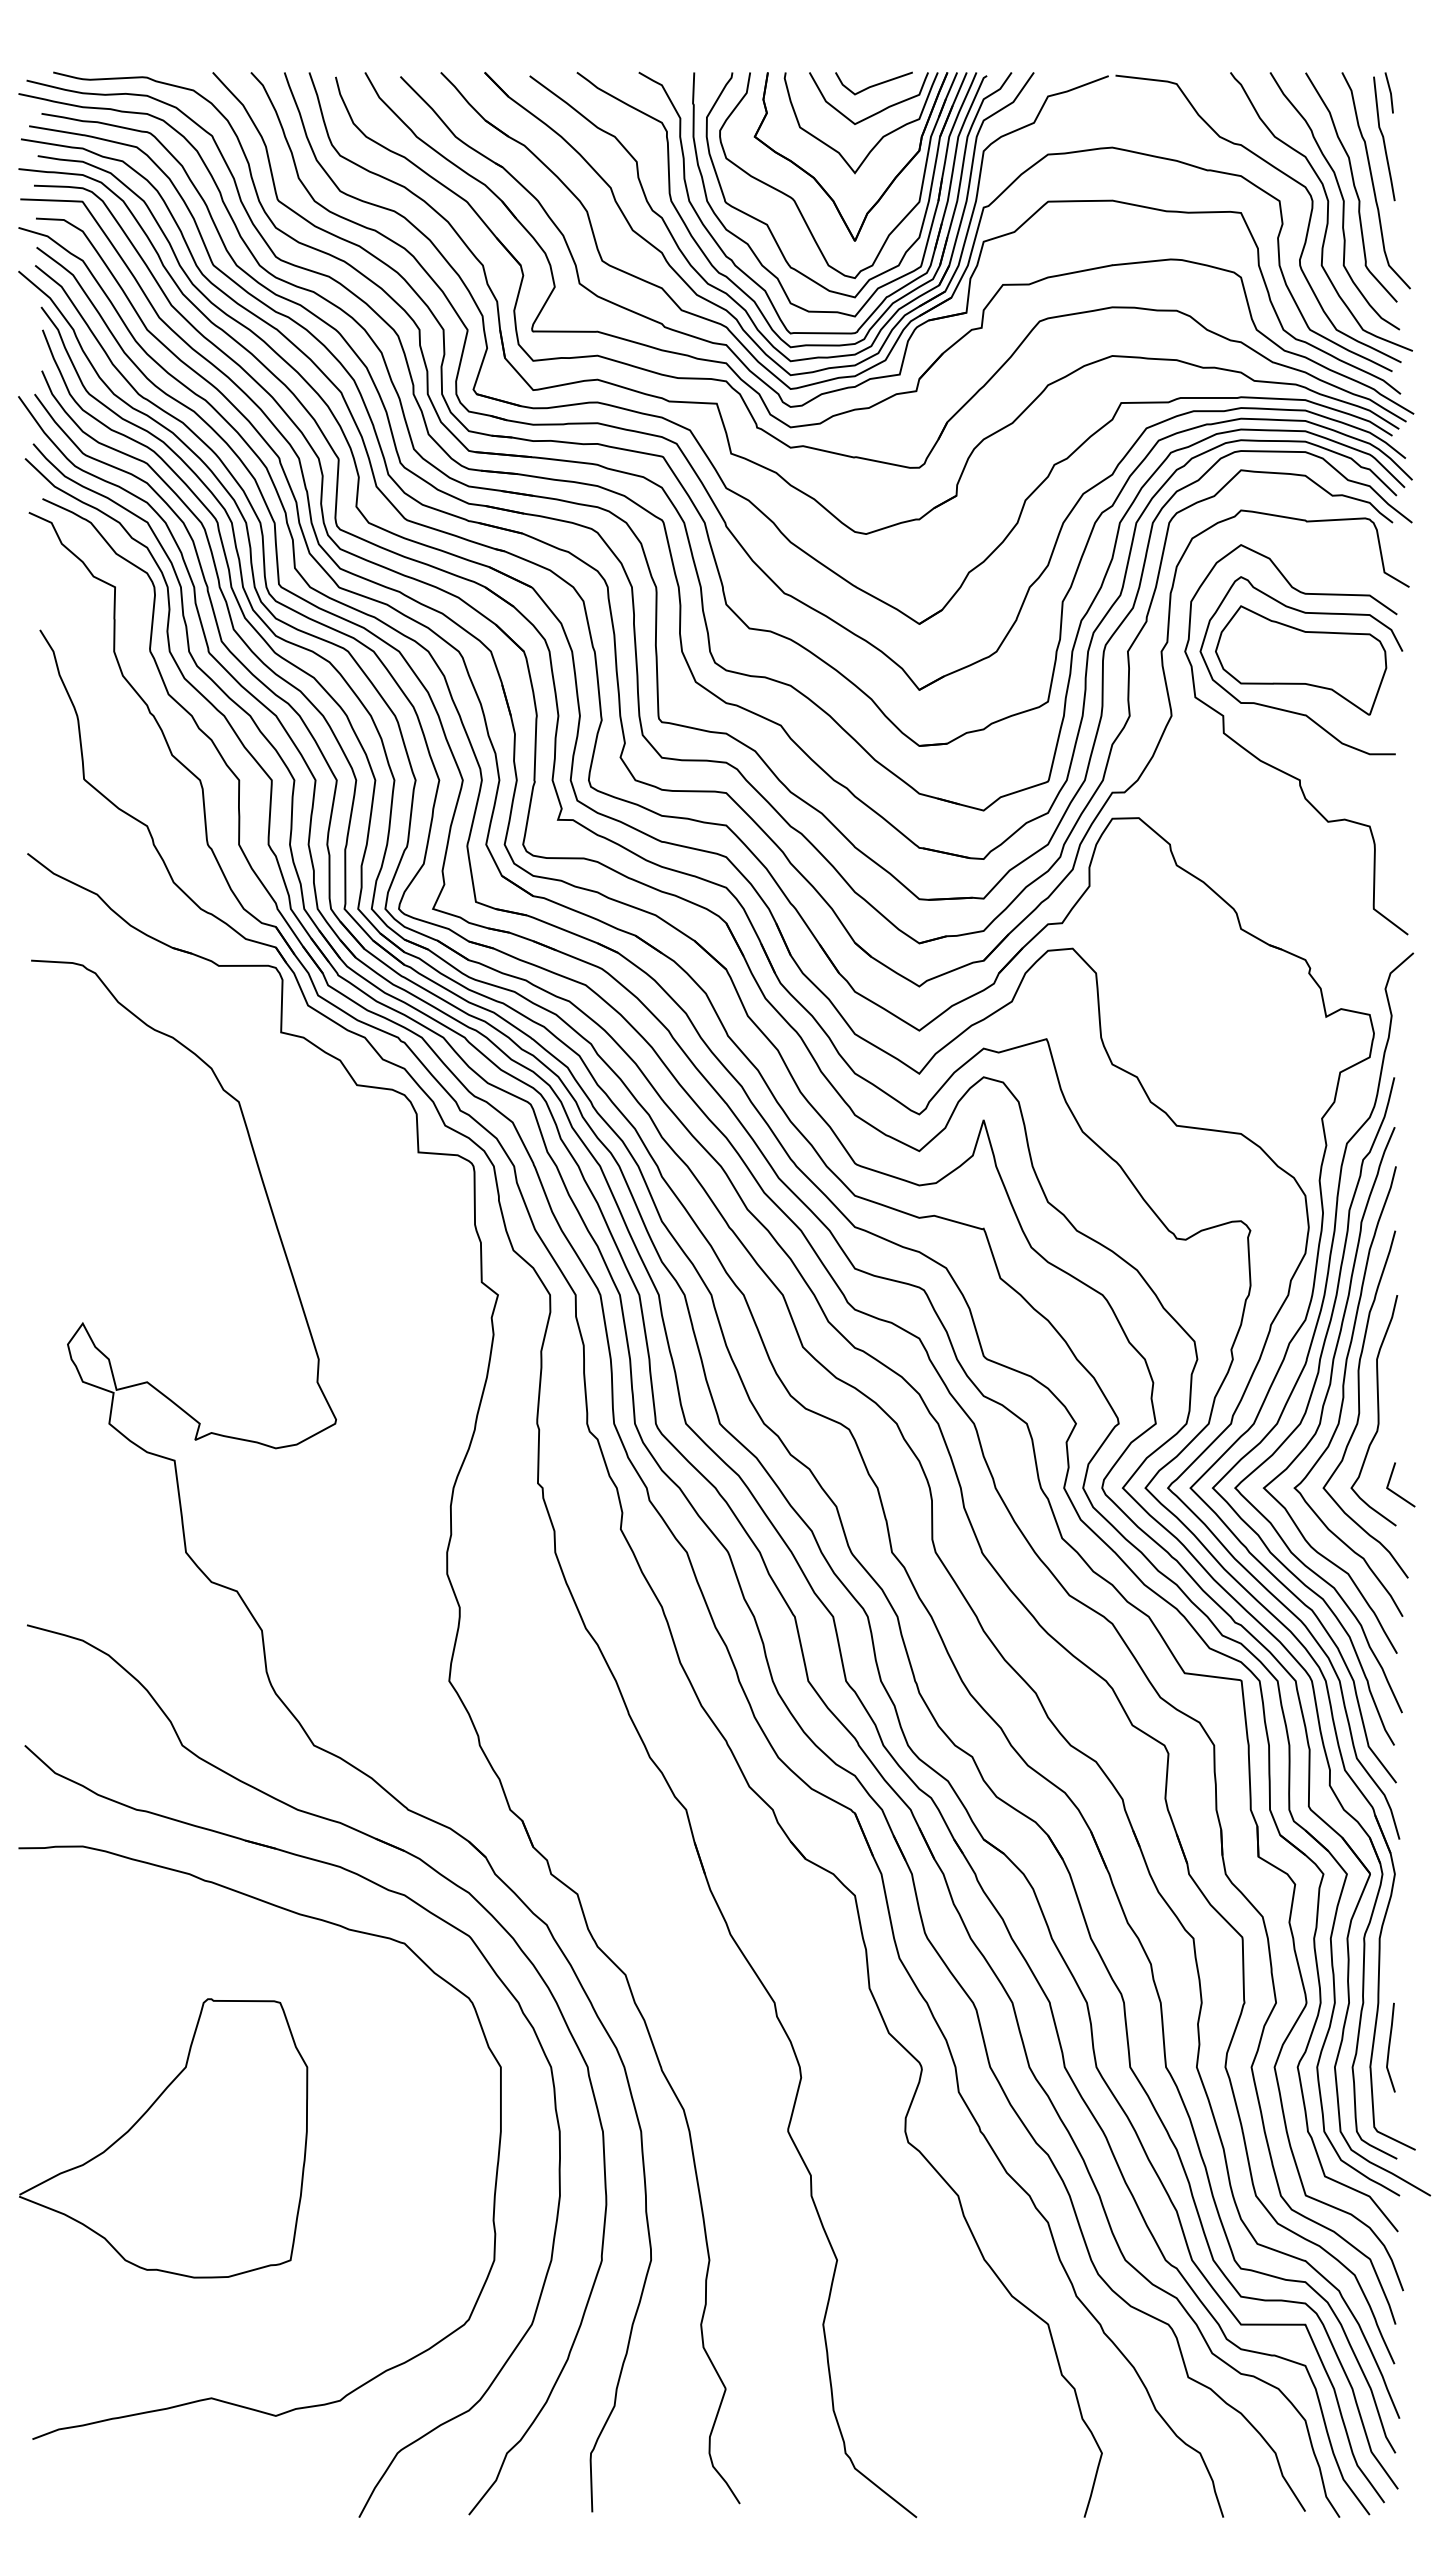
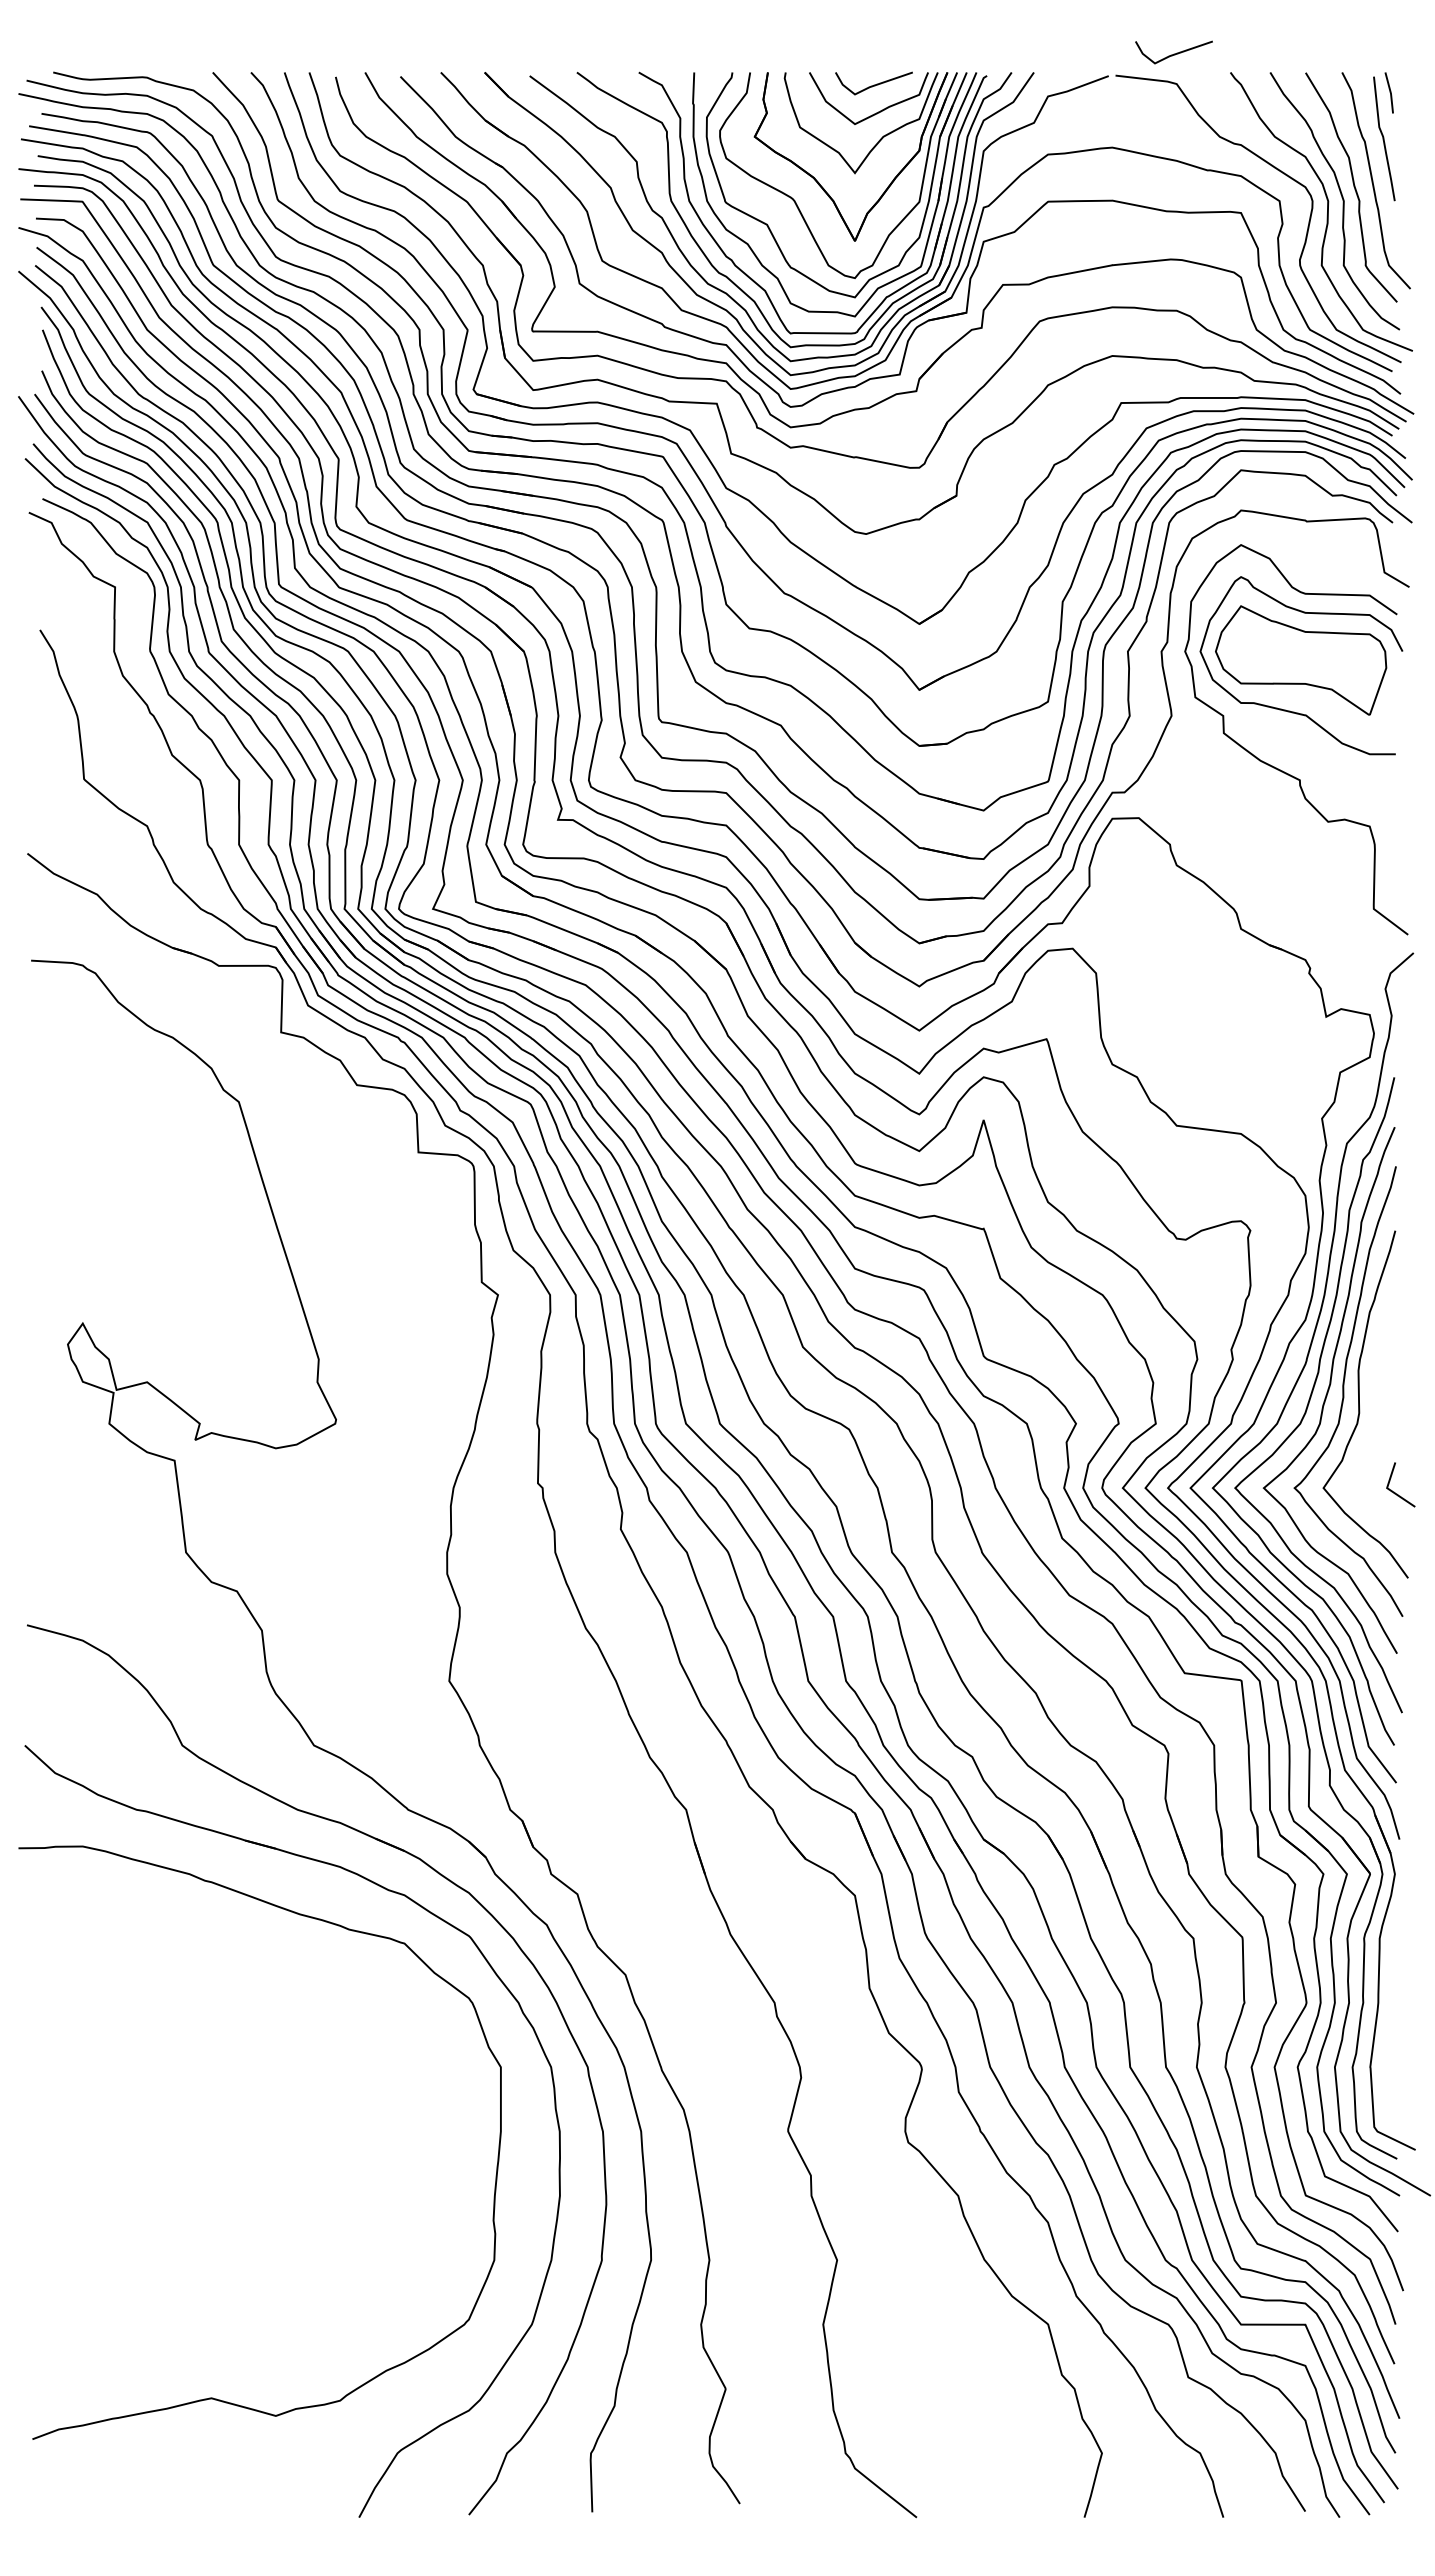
line at (1174, 53): none -> present
curve at (1377, 1410): present -> none
line at (1390, 2046): present -> none
curve at (142, 2117): present -> none
